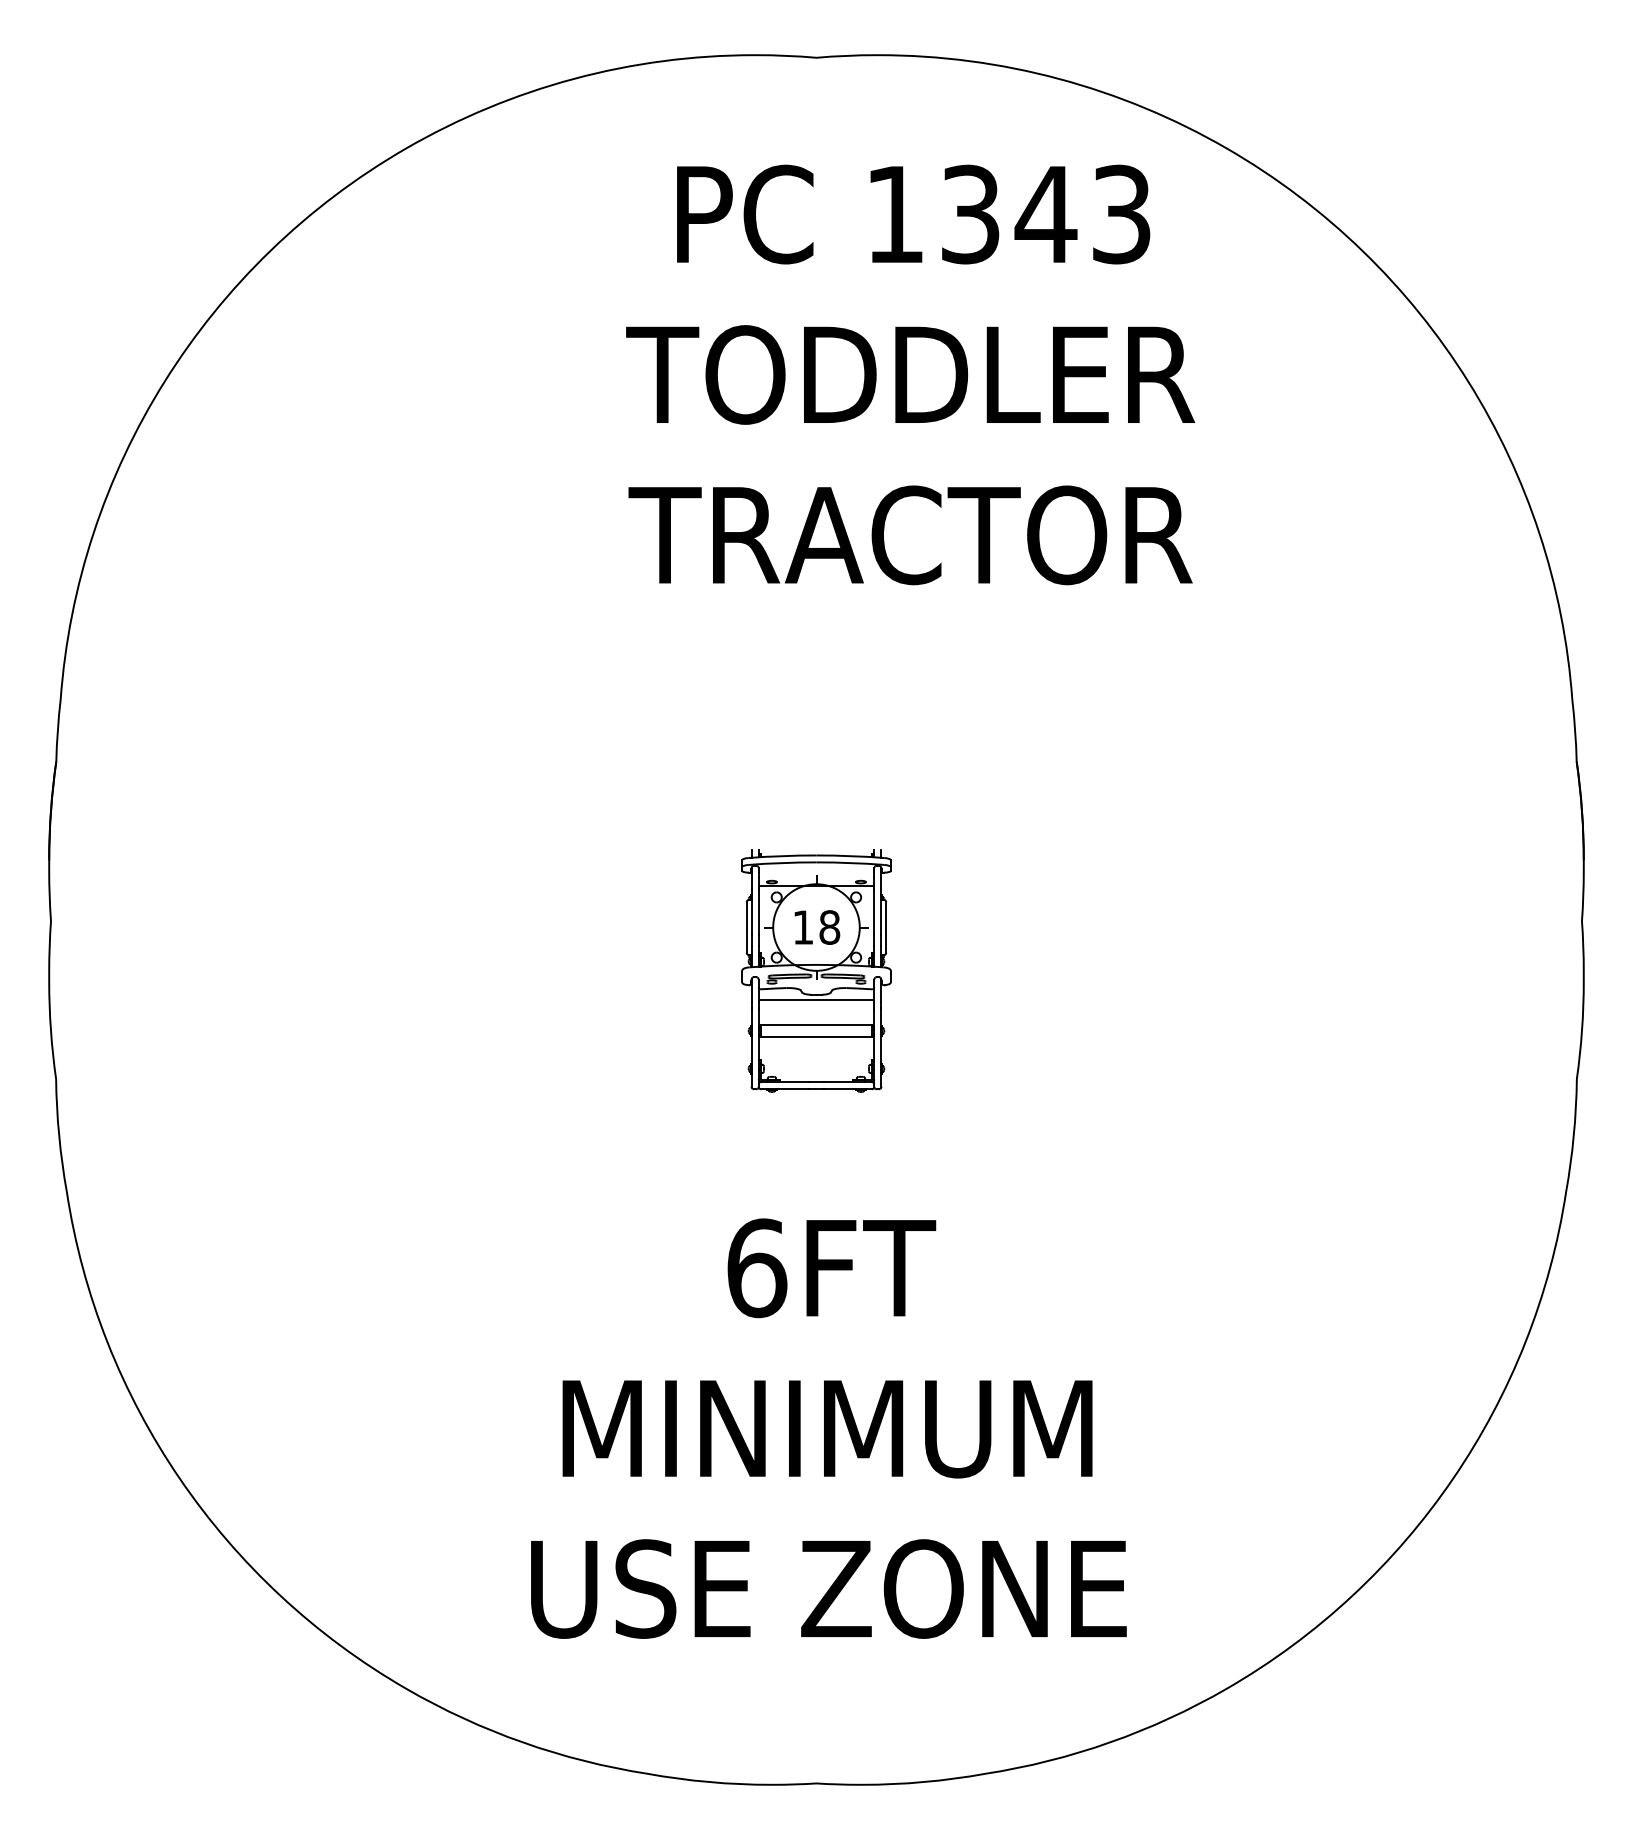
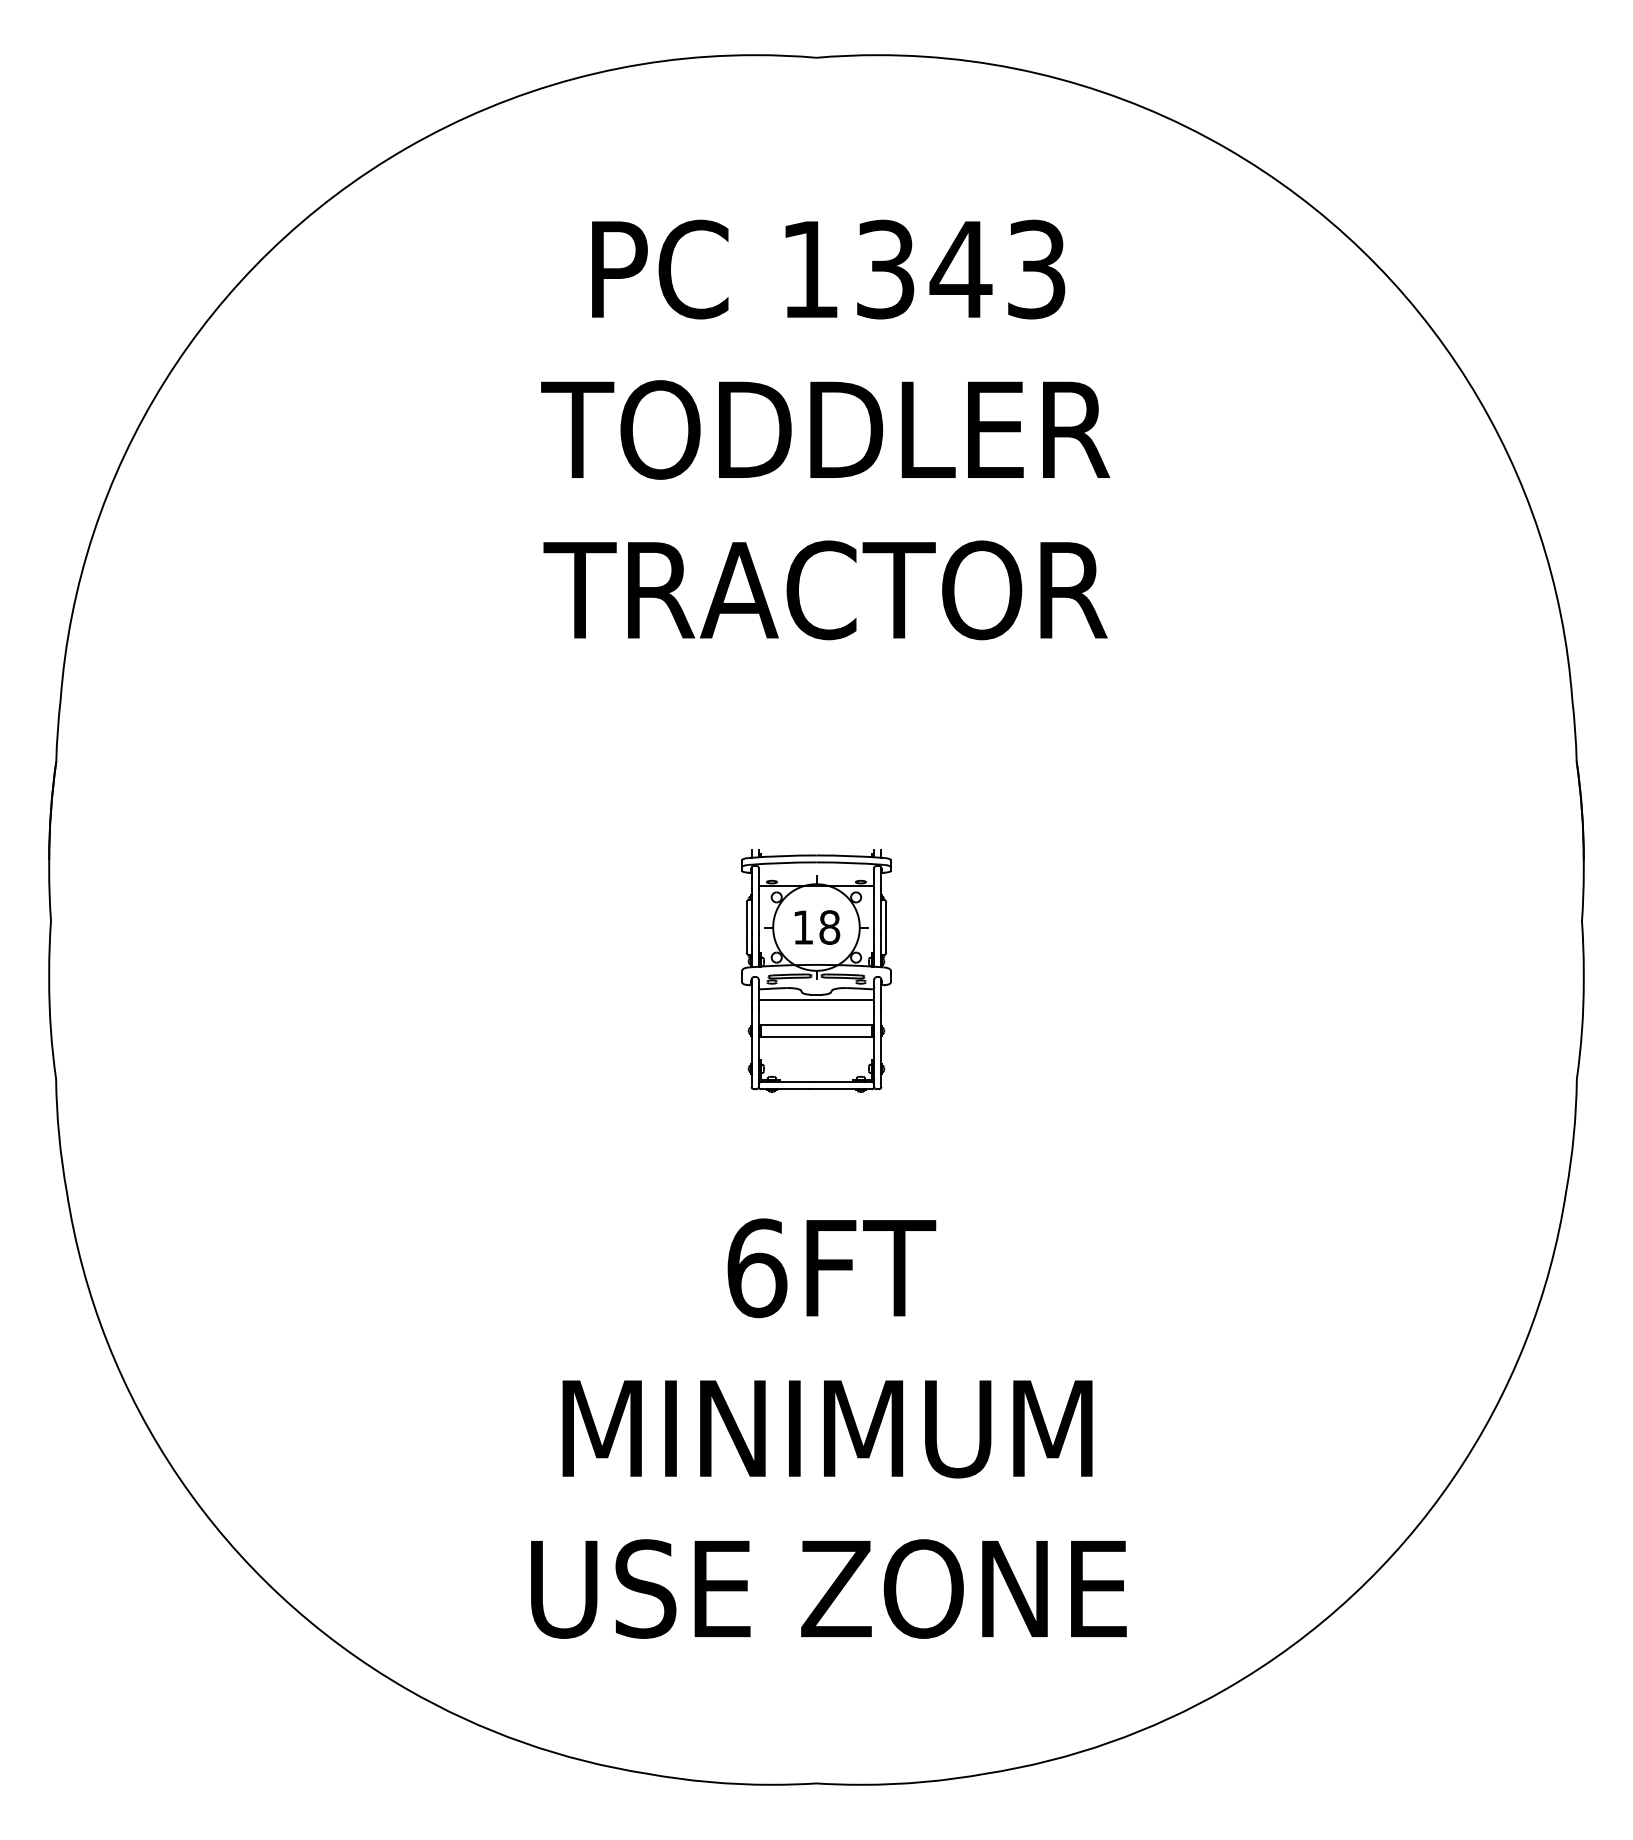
text at (910, 374) position: (910, 374) -> (825, 429)
